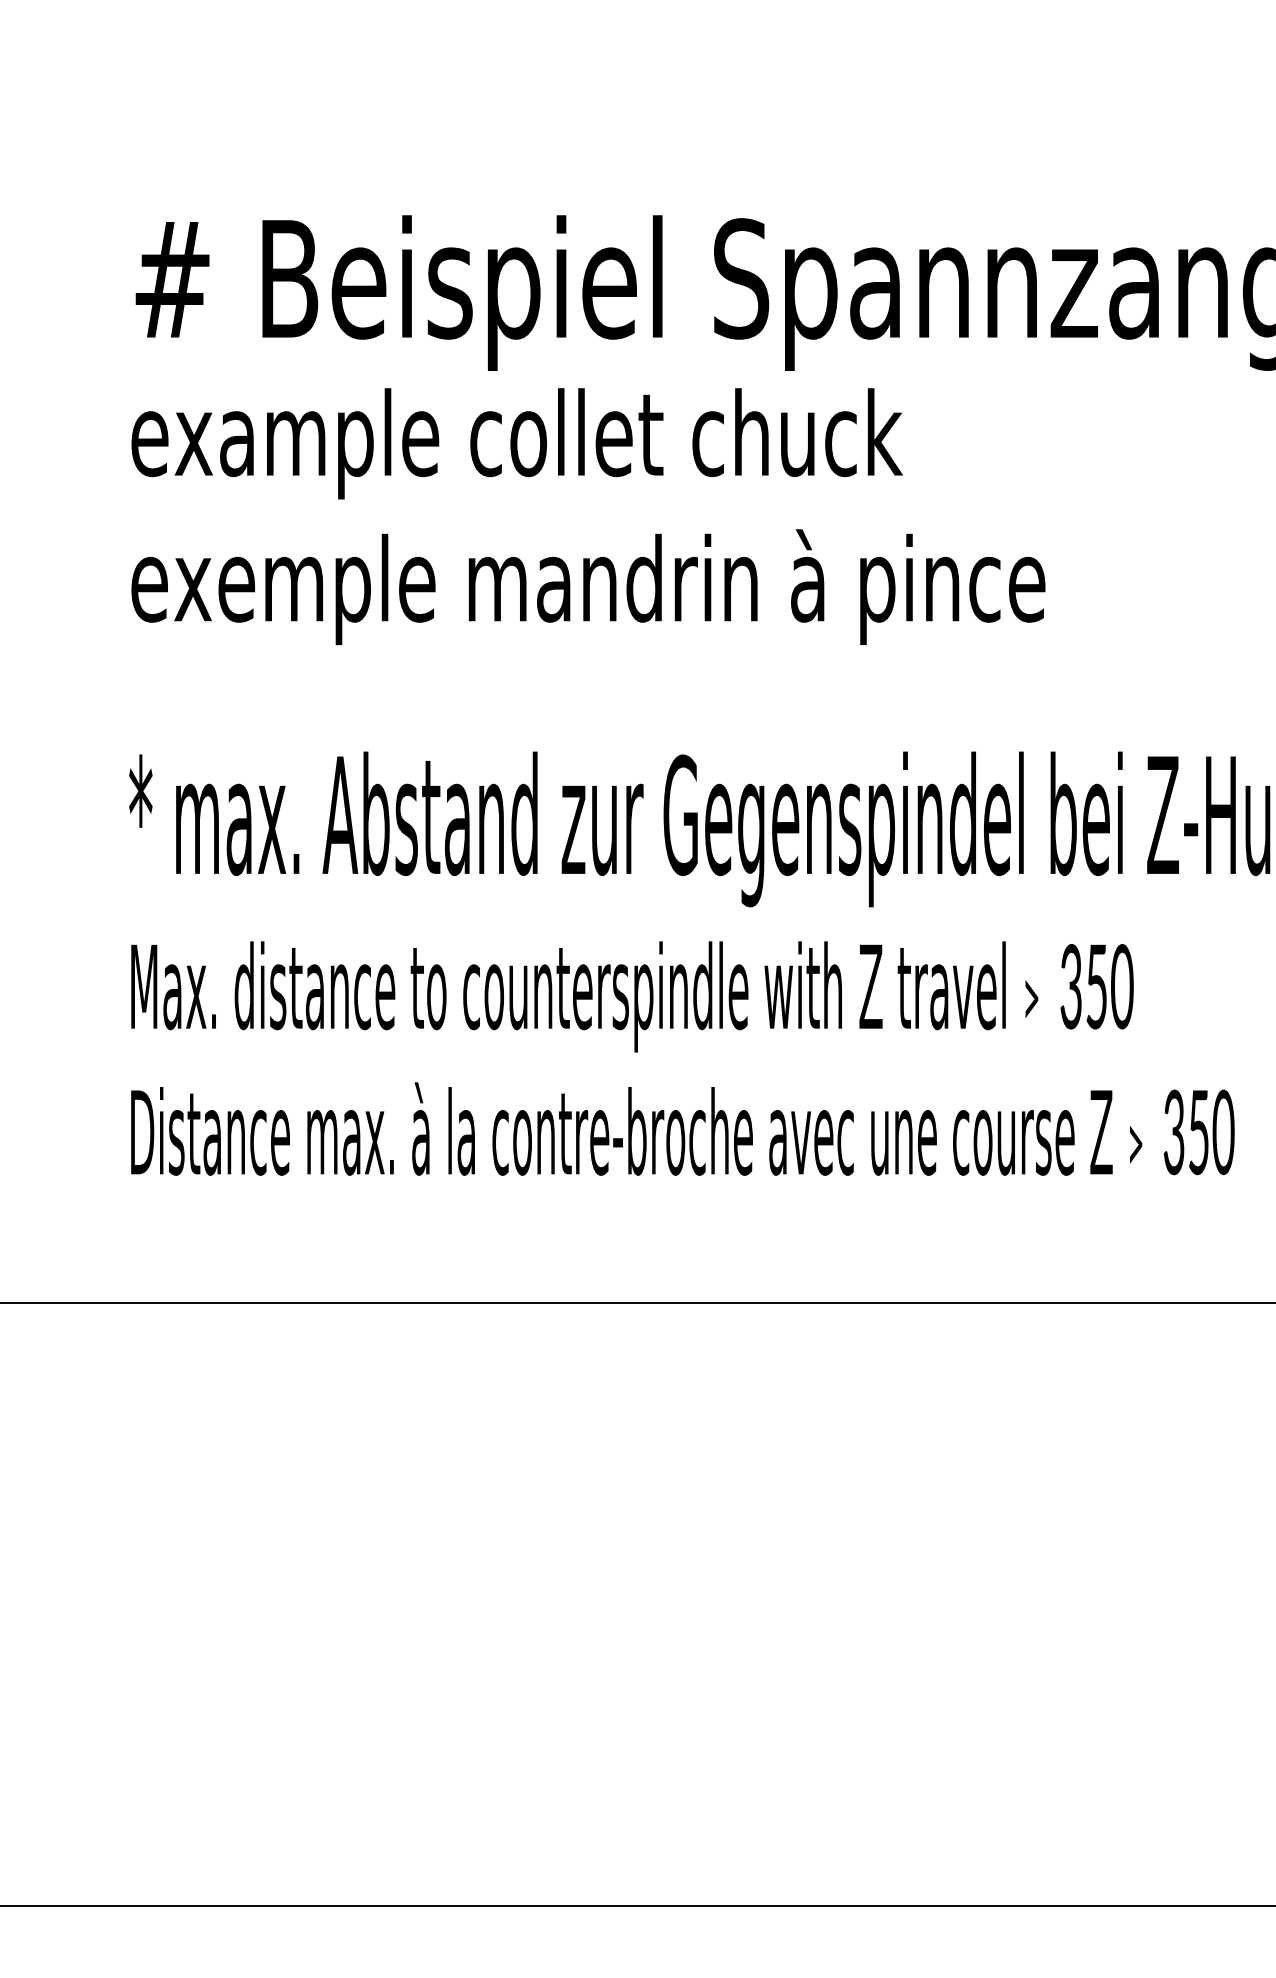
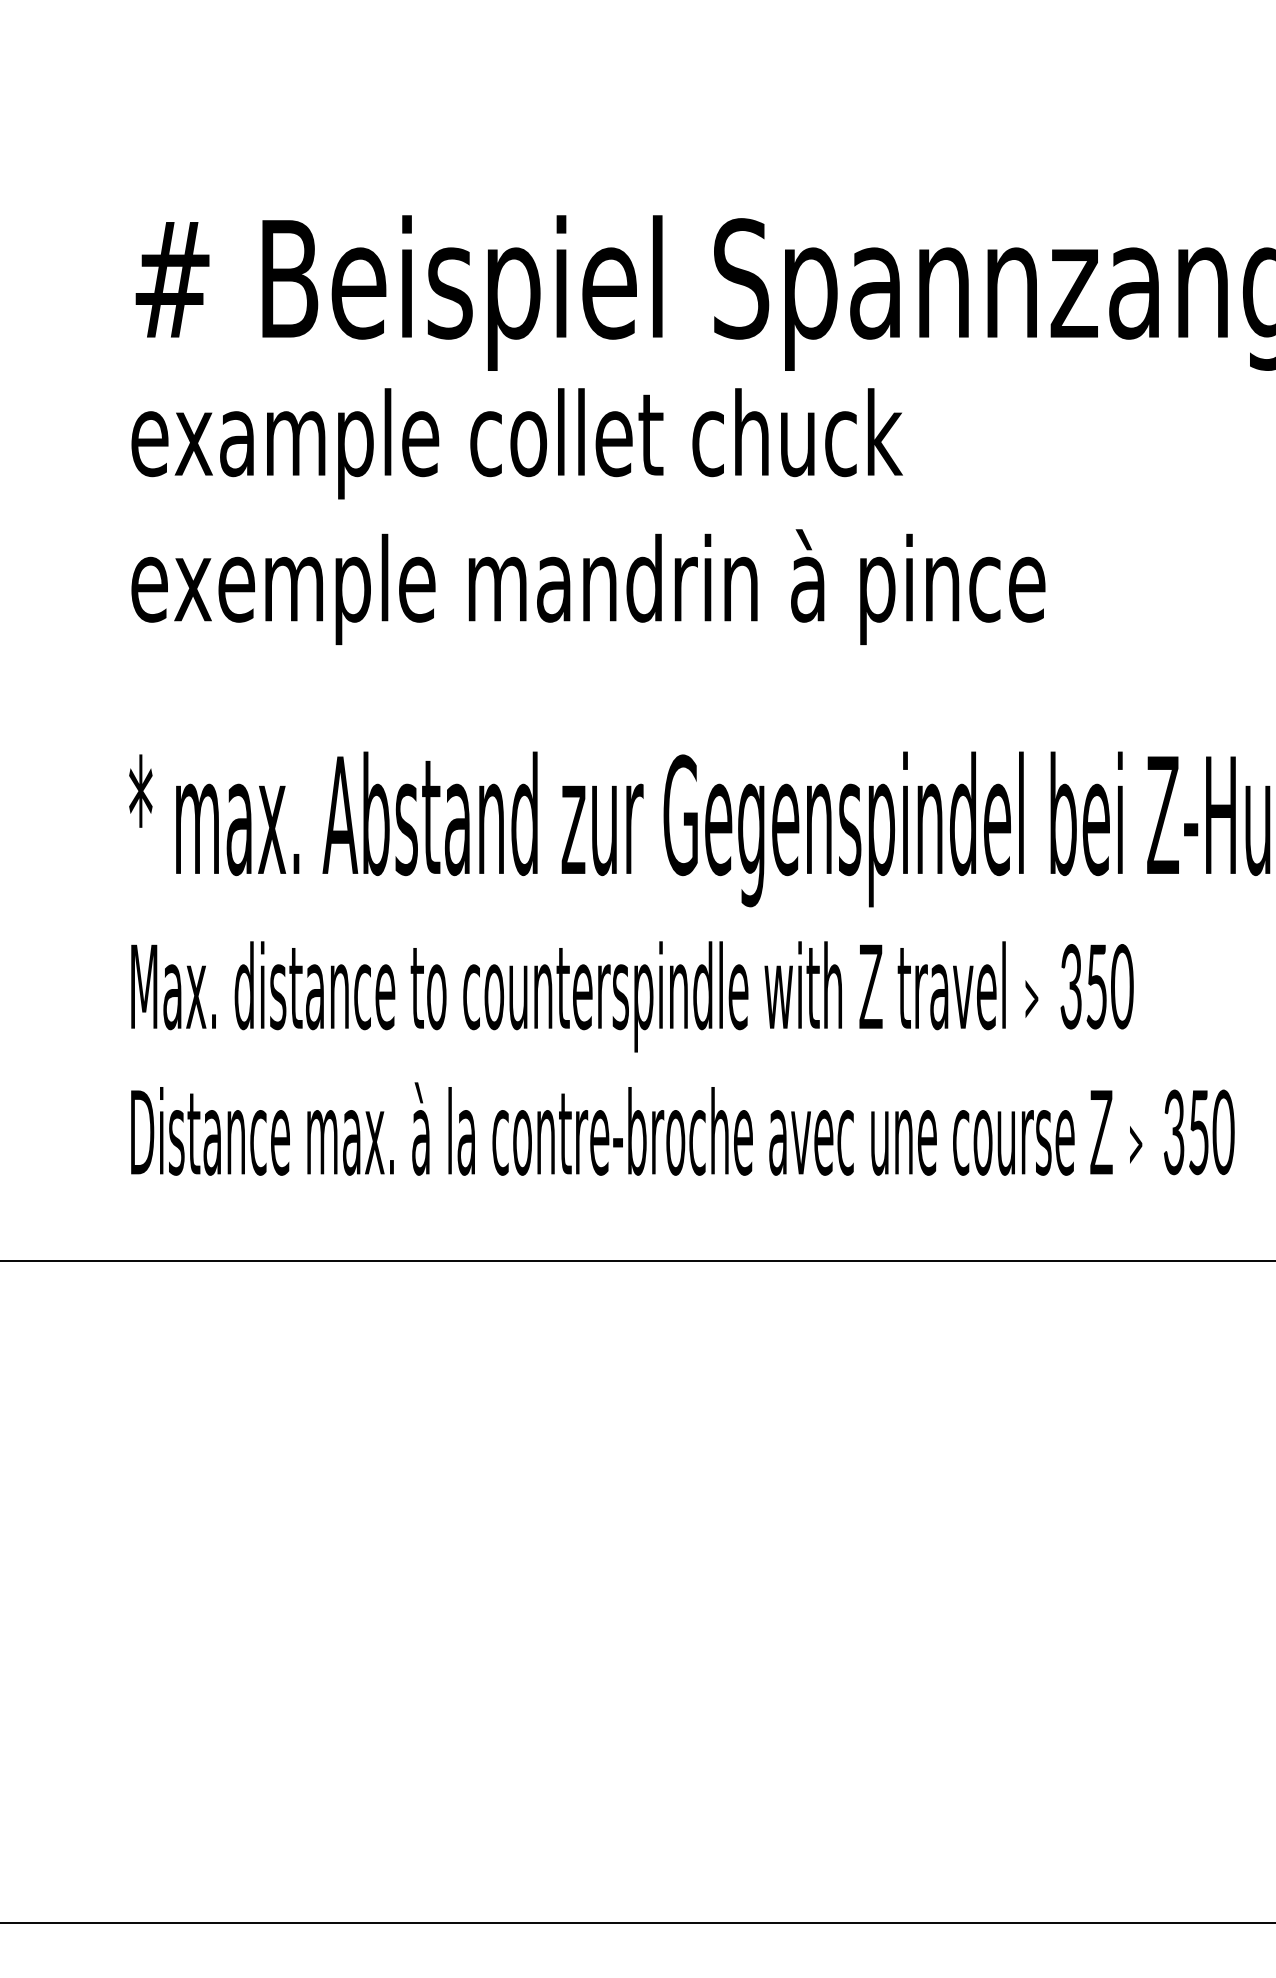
line at (637, 1302) position: (637, 1302) -> (637, 1260)
line at (637, 1906) position: (637, 1906) -> (637, 1923)
